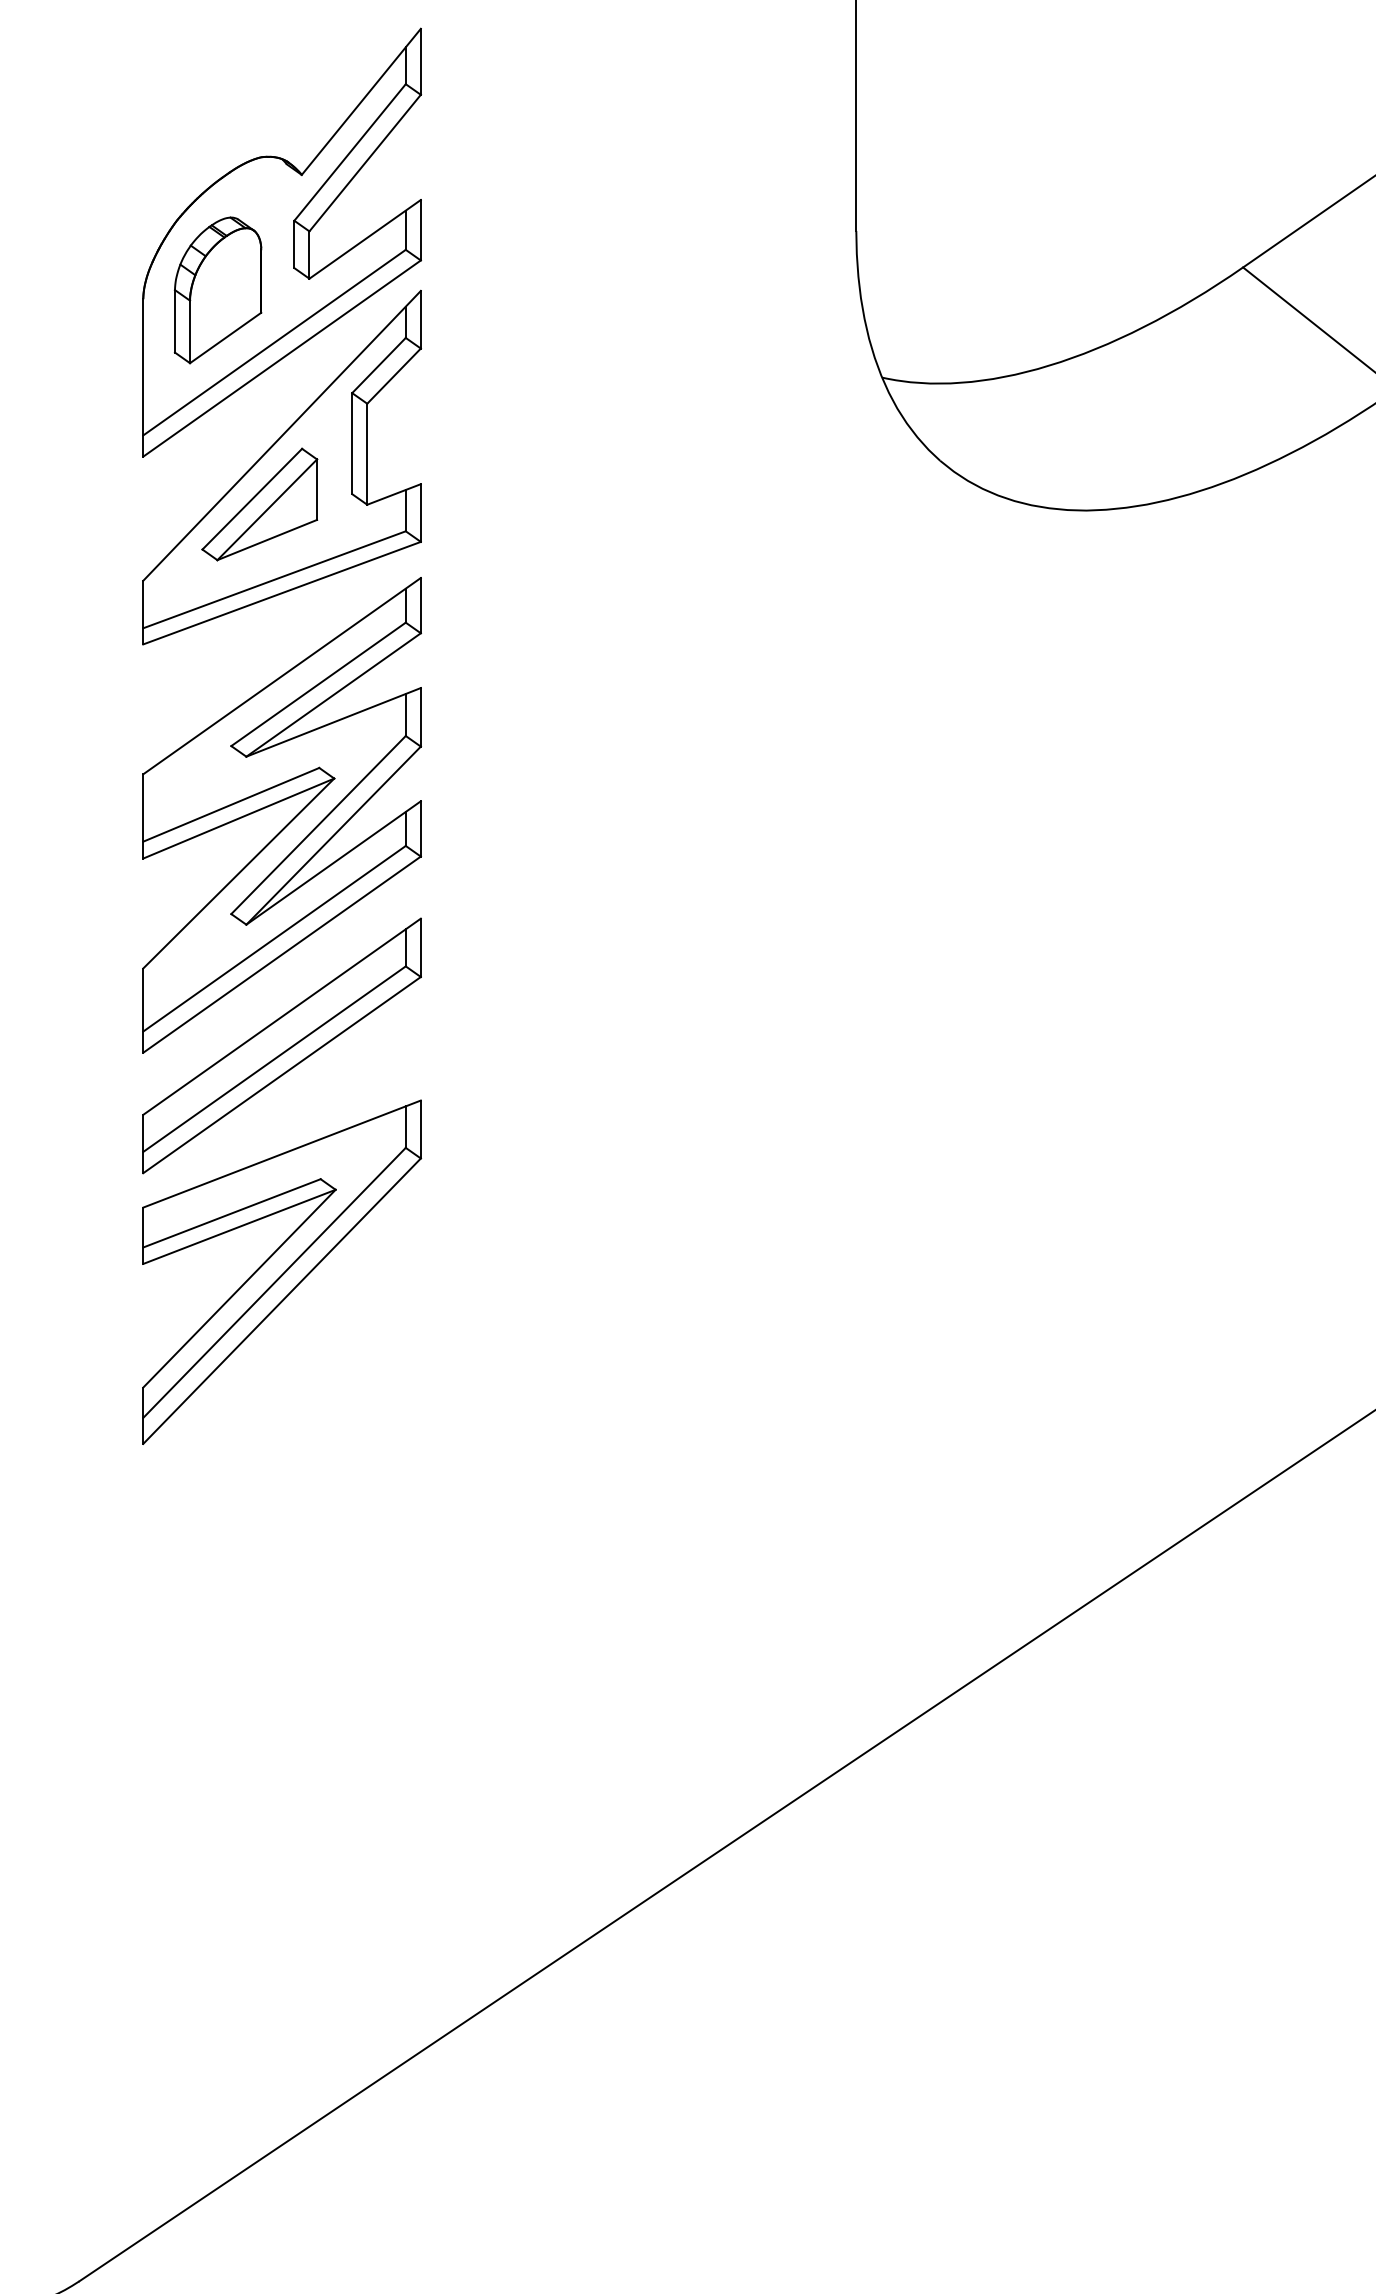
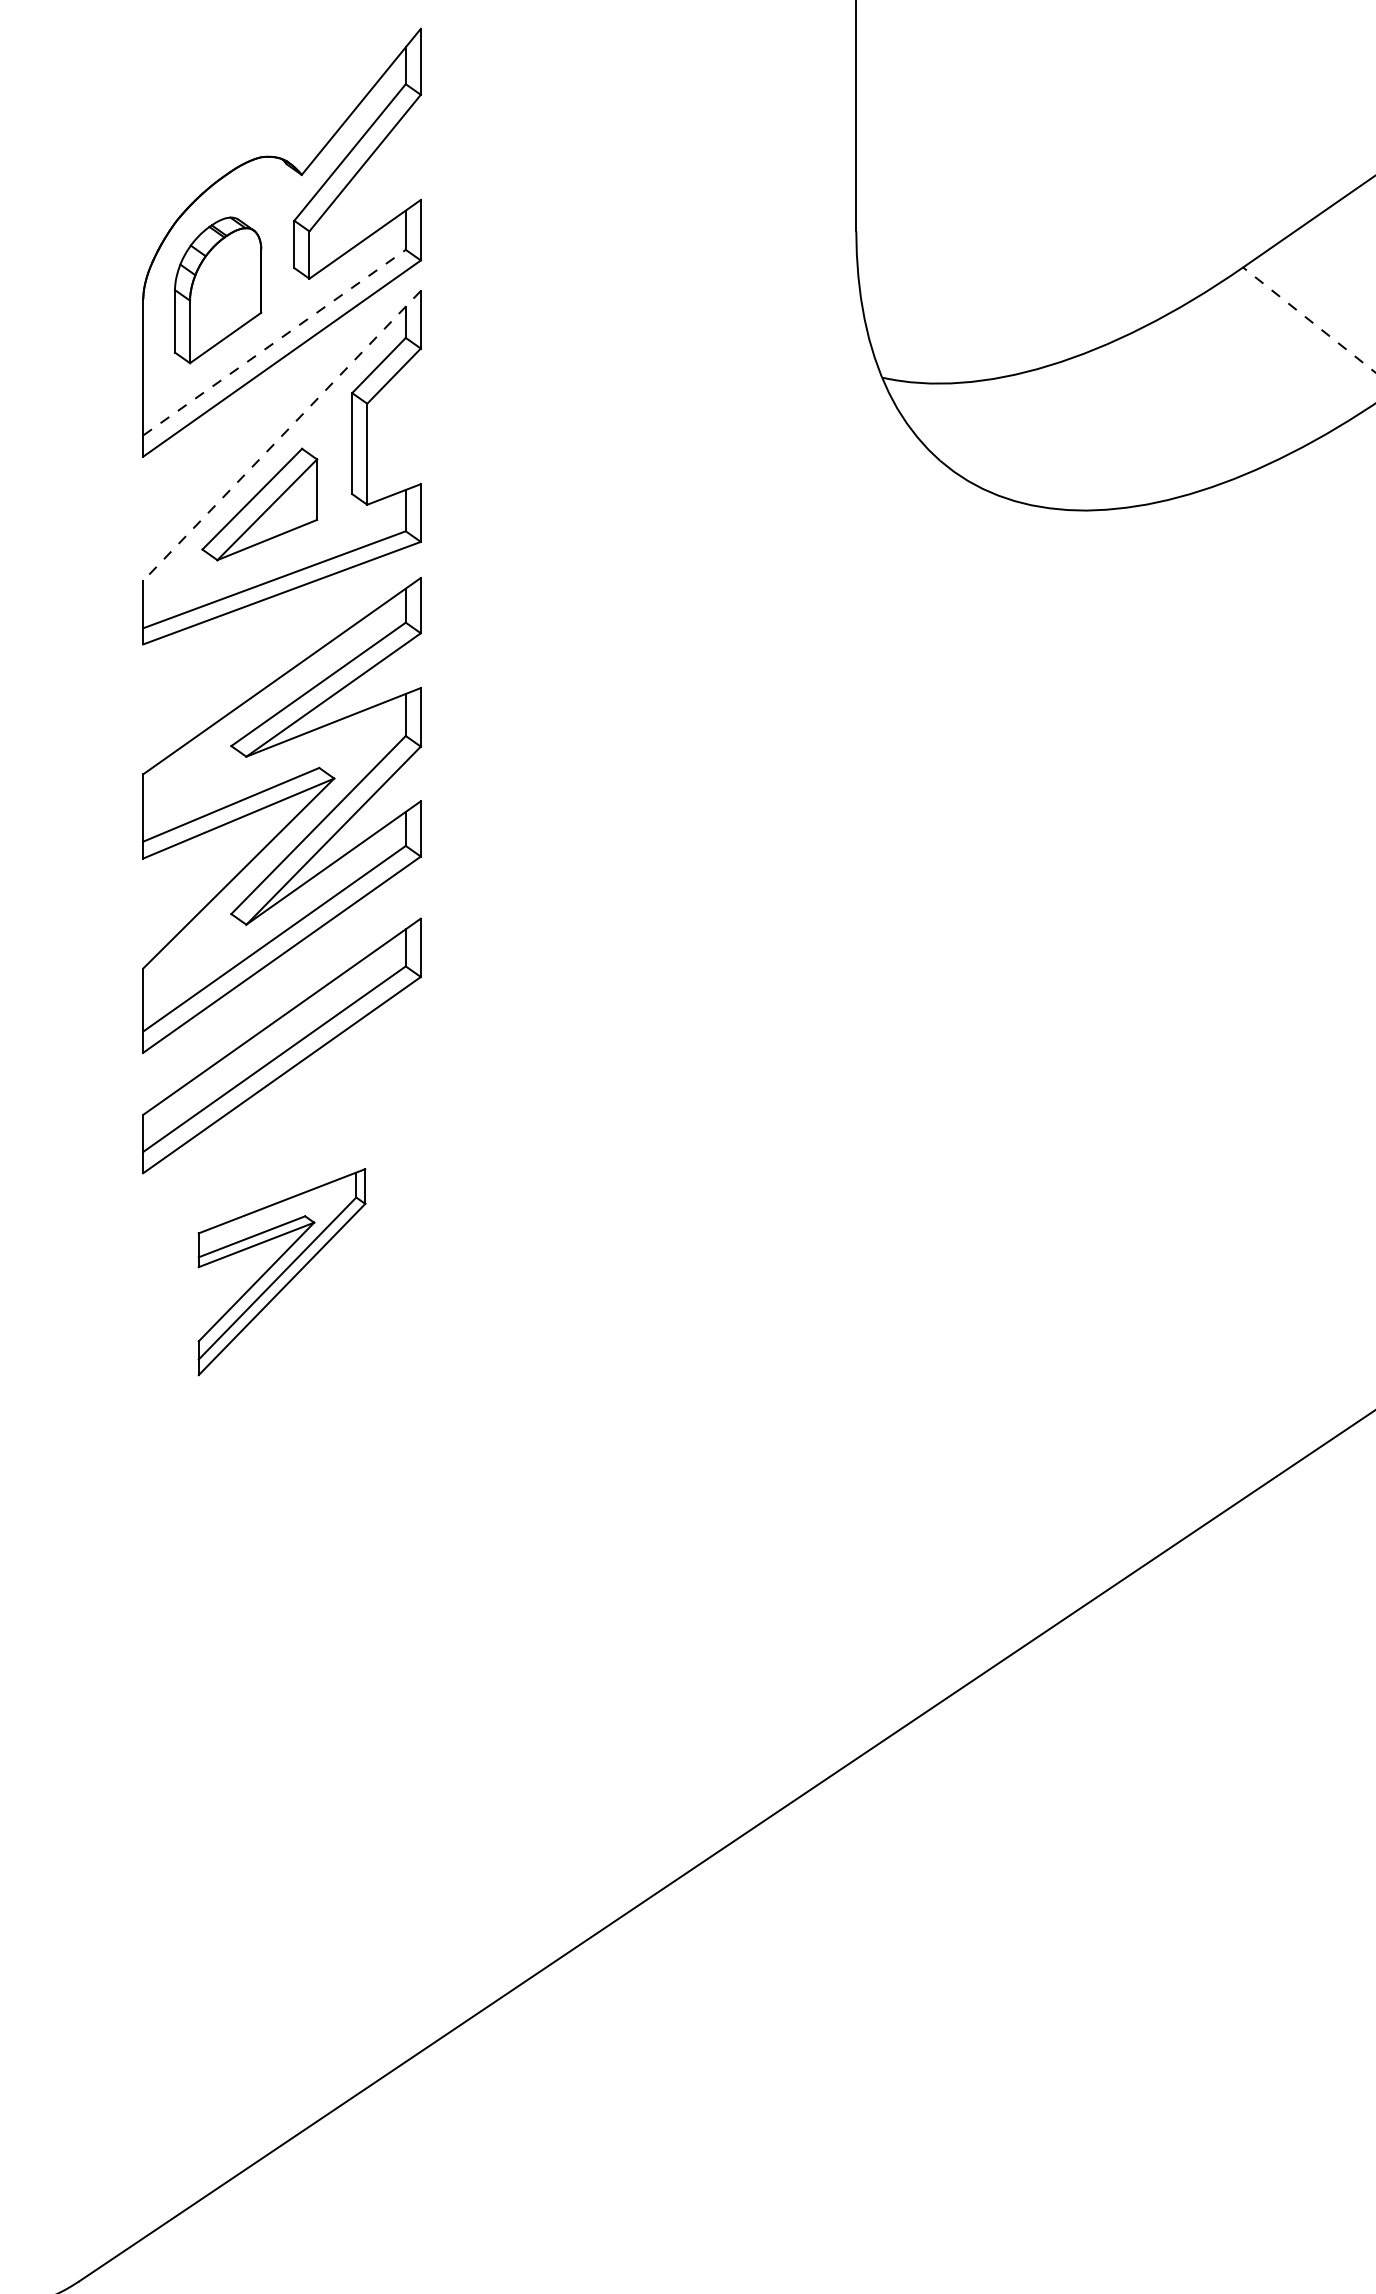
line at (1308, 319): solid -> dashed
line at (274, 342): solid -> dashed
line at (282, 435): solid -> dashed
part at (281, 1271) size: 280x346 px -> 170x209 px
